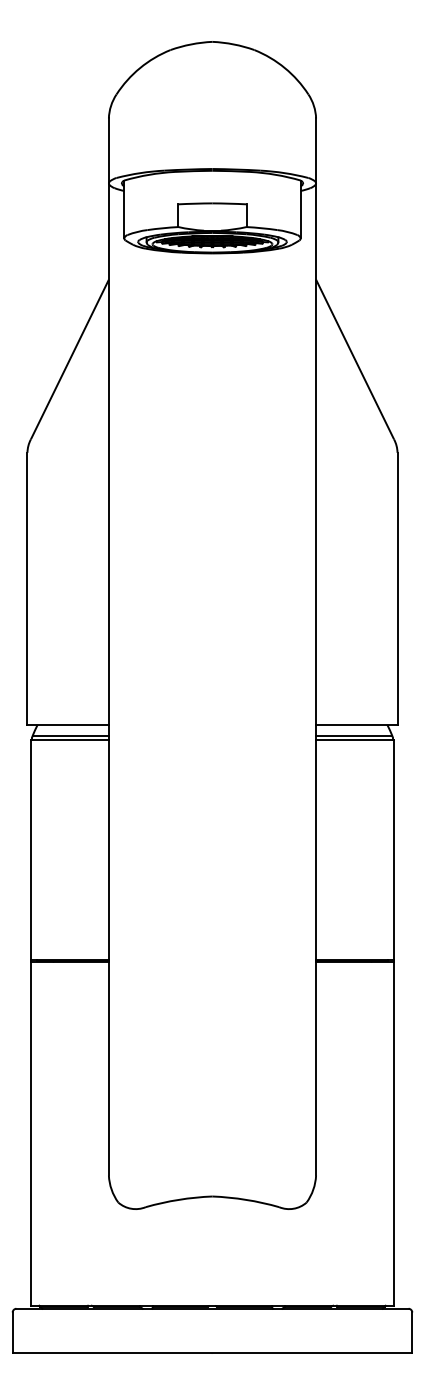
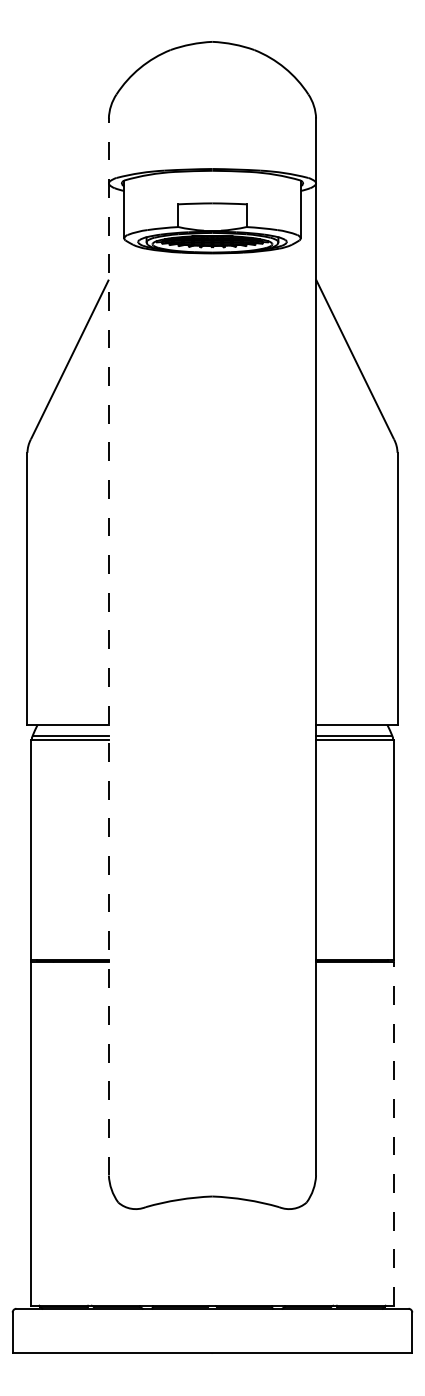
line at (108, 646): solid -> dashed
line at (393, 1134): solid -> dashed
